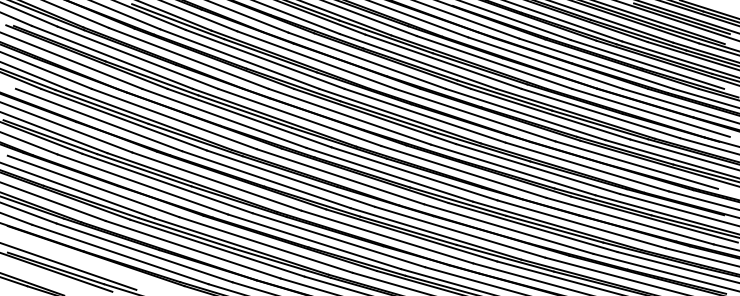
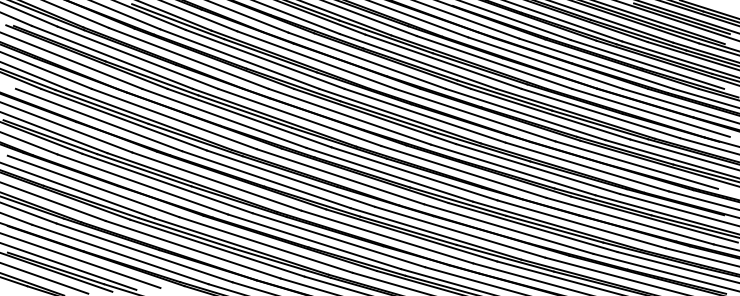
line at (81, 260): none -> present
line at (43, 277): none -> present
